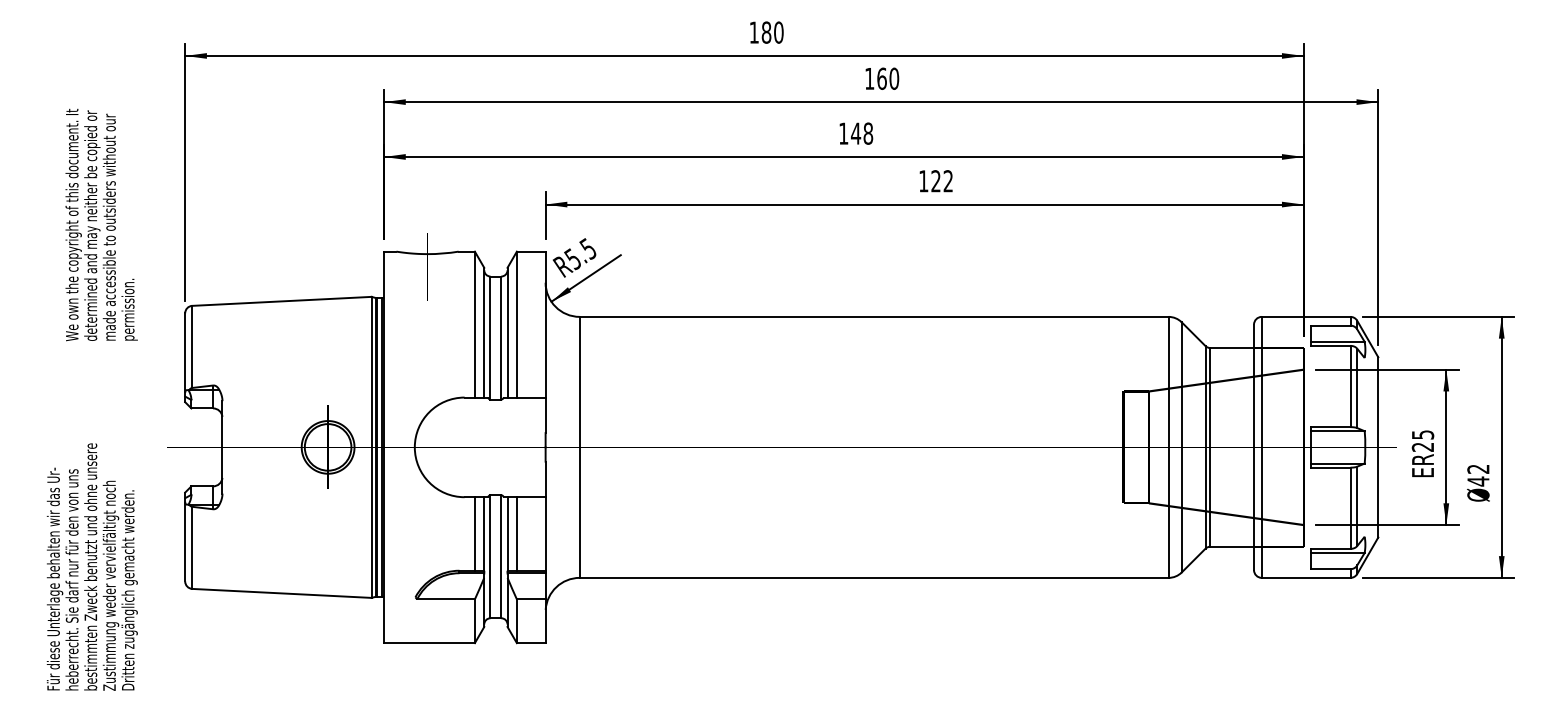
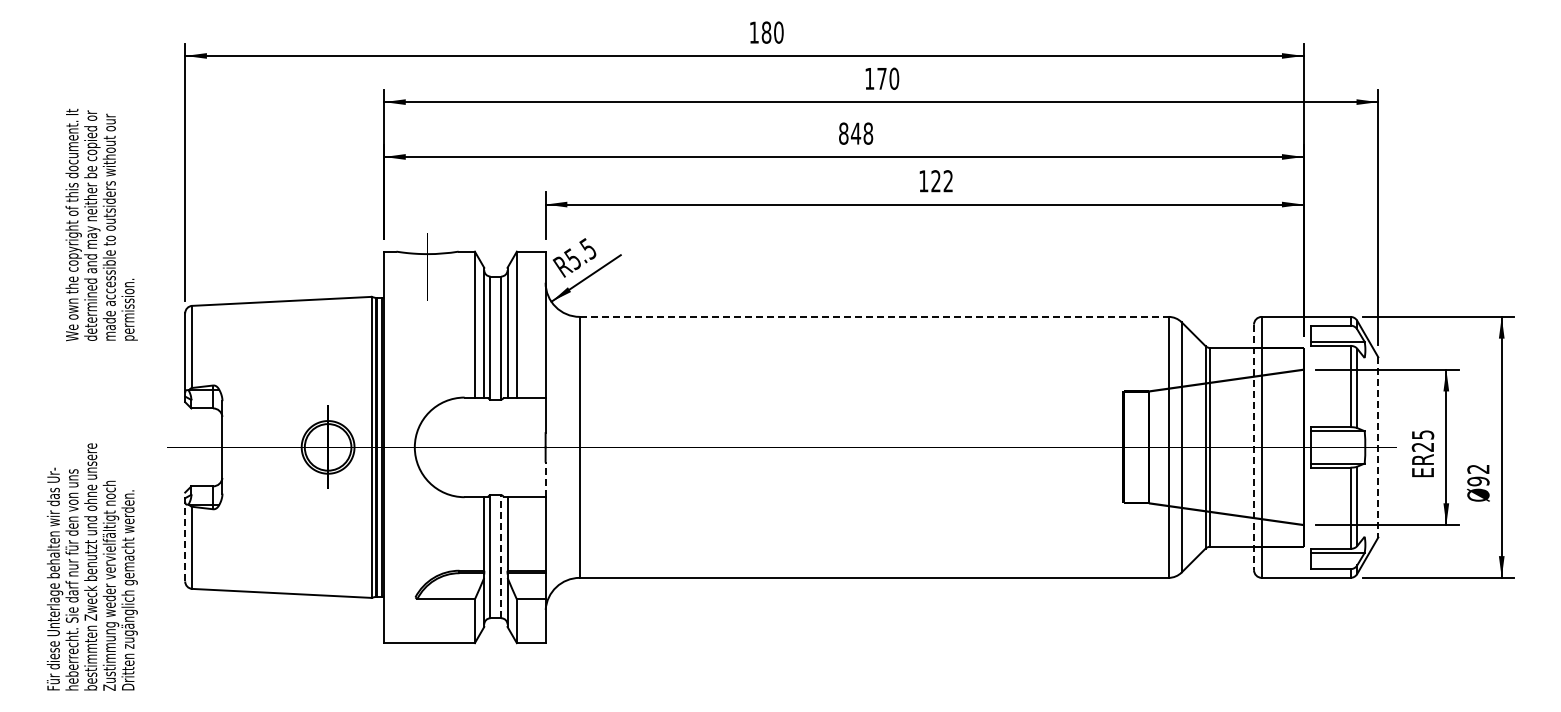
text at (881, 78): 160 -> 170
text at (843, 133): 148 -> 848
line at (874, 316): solid -> dashed
line at (1254, 447): solid -> dashed
line at (1378, 447): solid -> dashed
line at (545, 479): solid -> dashed
text at (1478, 481): 42 -> 92
line at (474, 533): present -> none
line at (516, 533): present -> none
line at (185, 536): solid -> dashed
line at (501, 556): solid -> dashed
